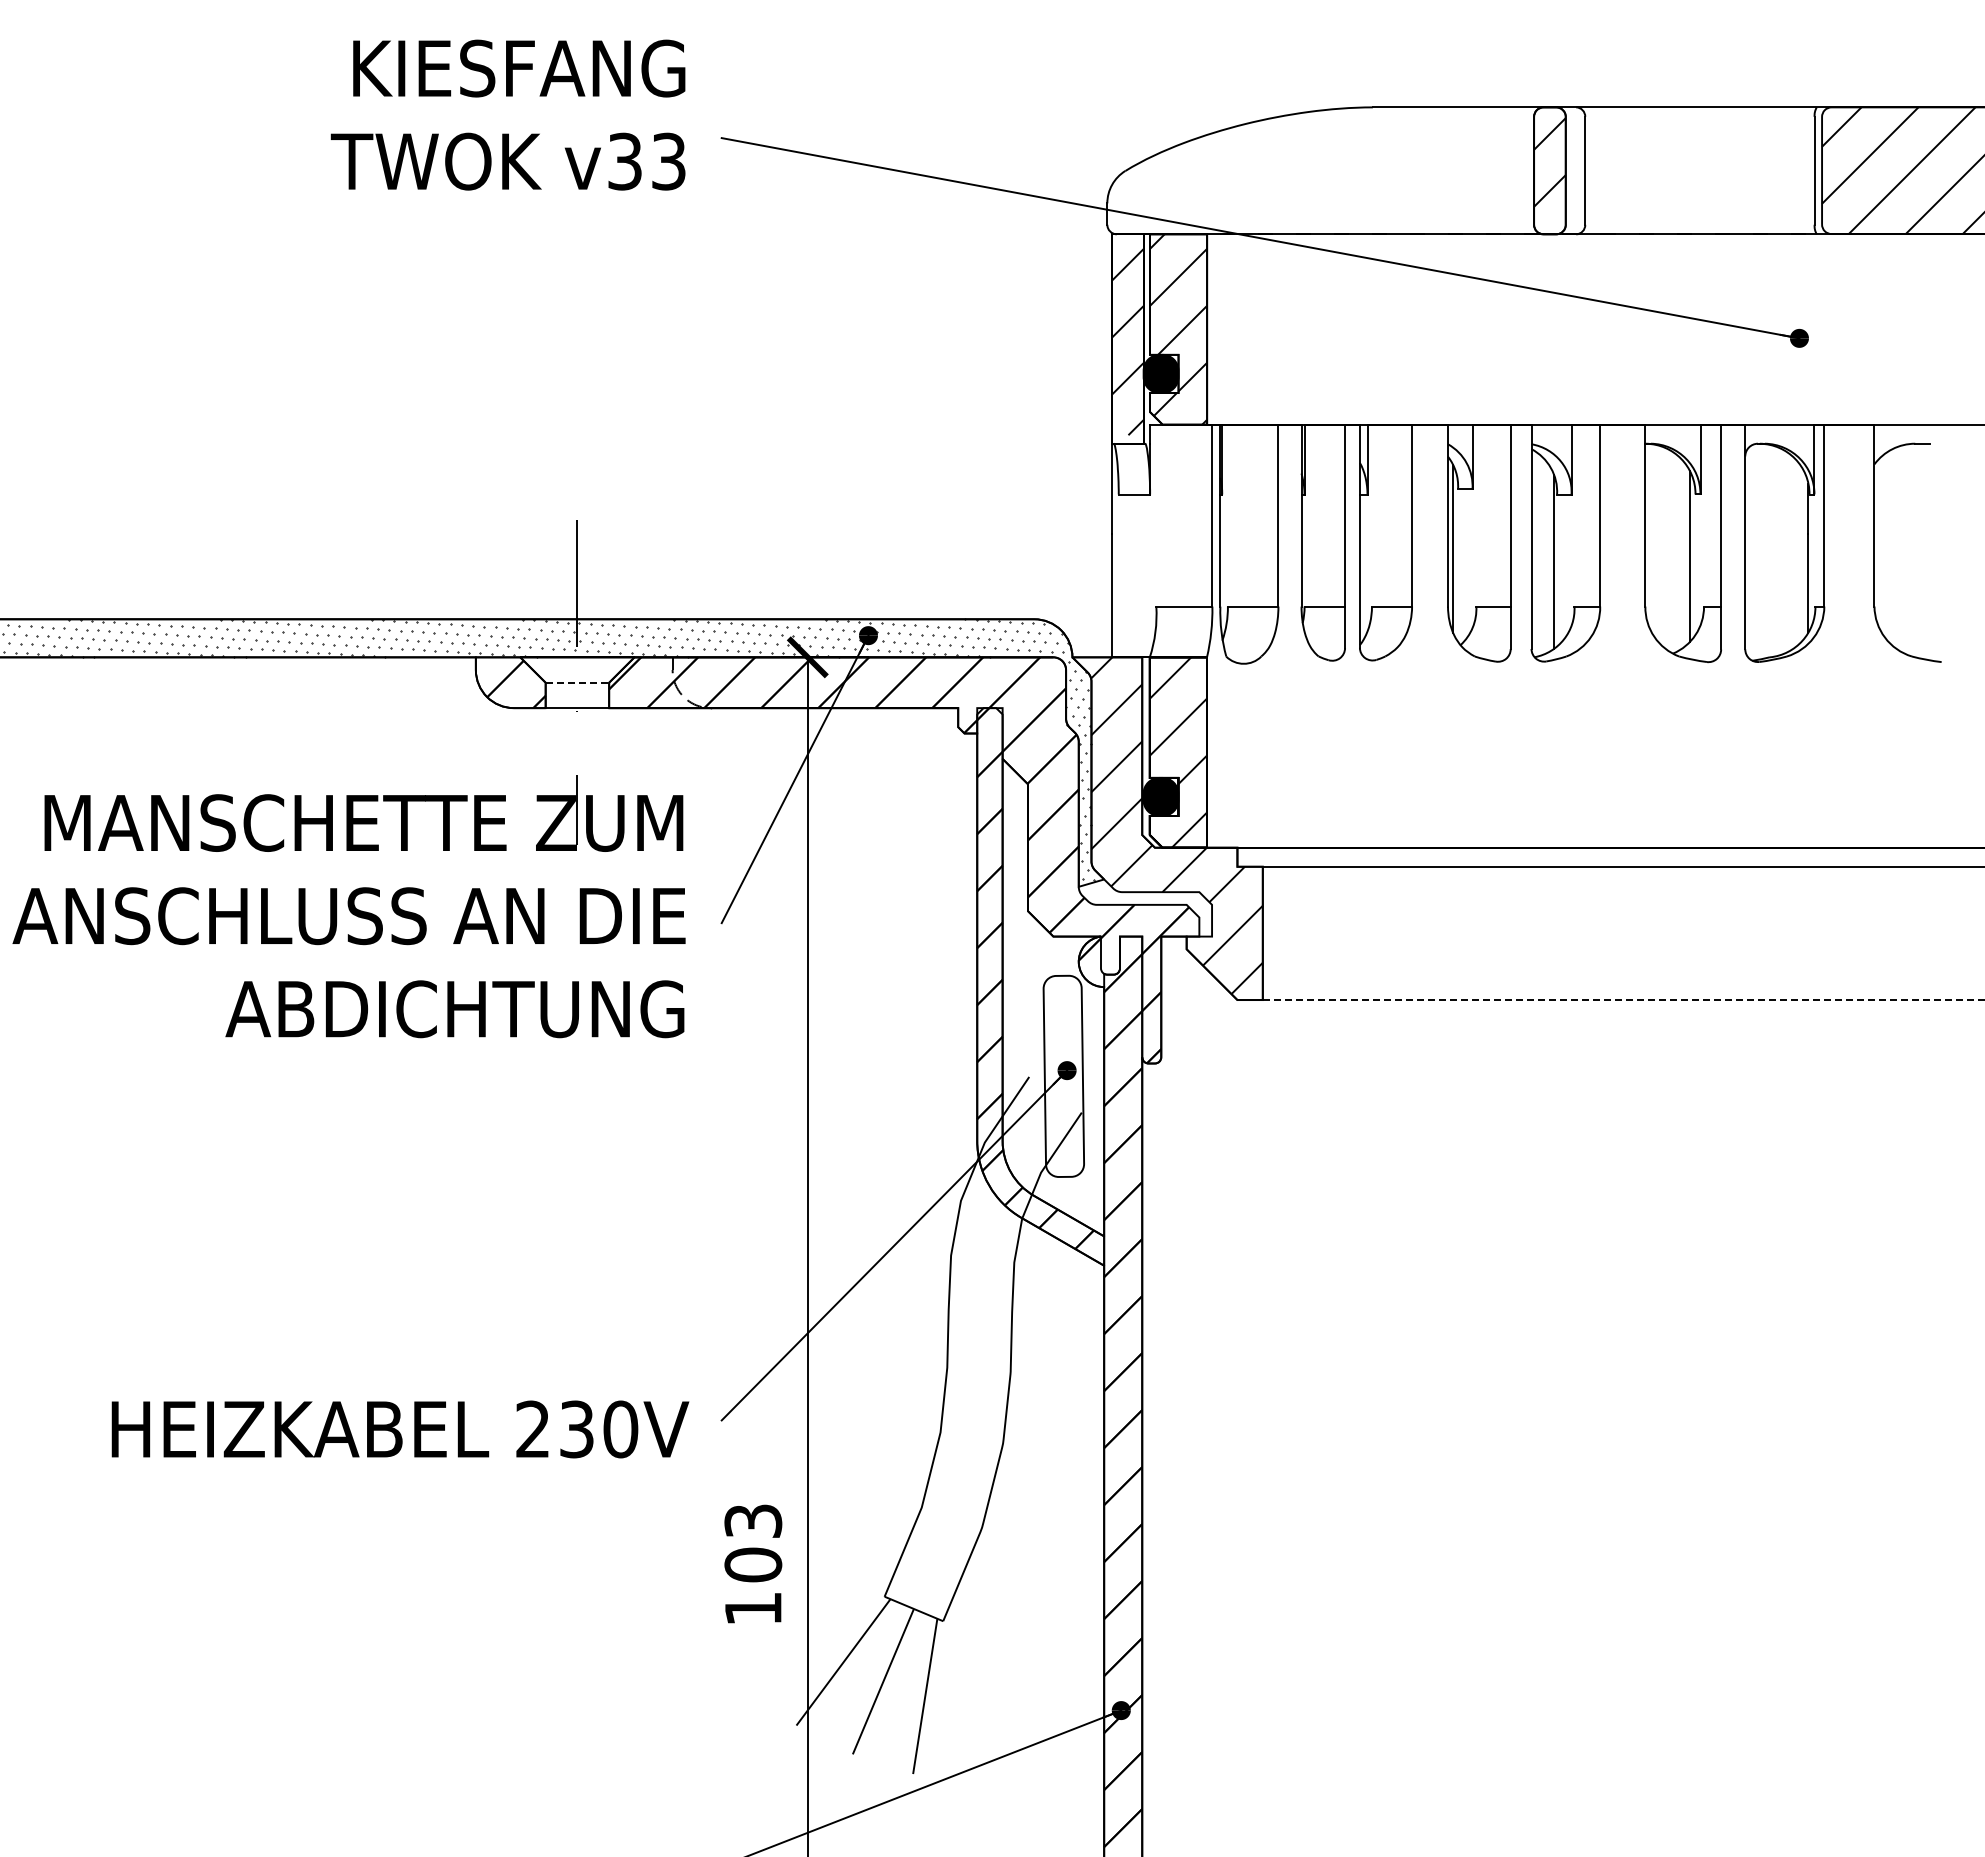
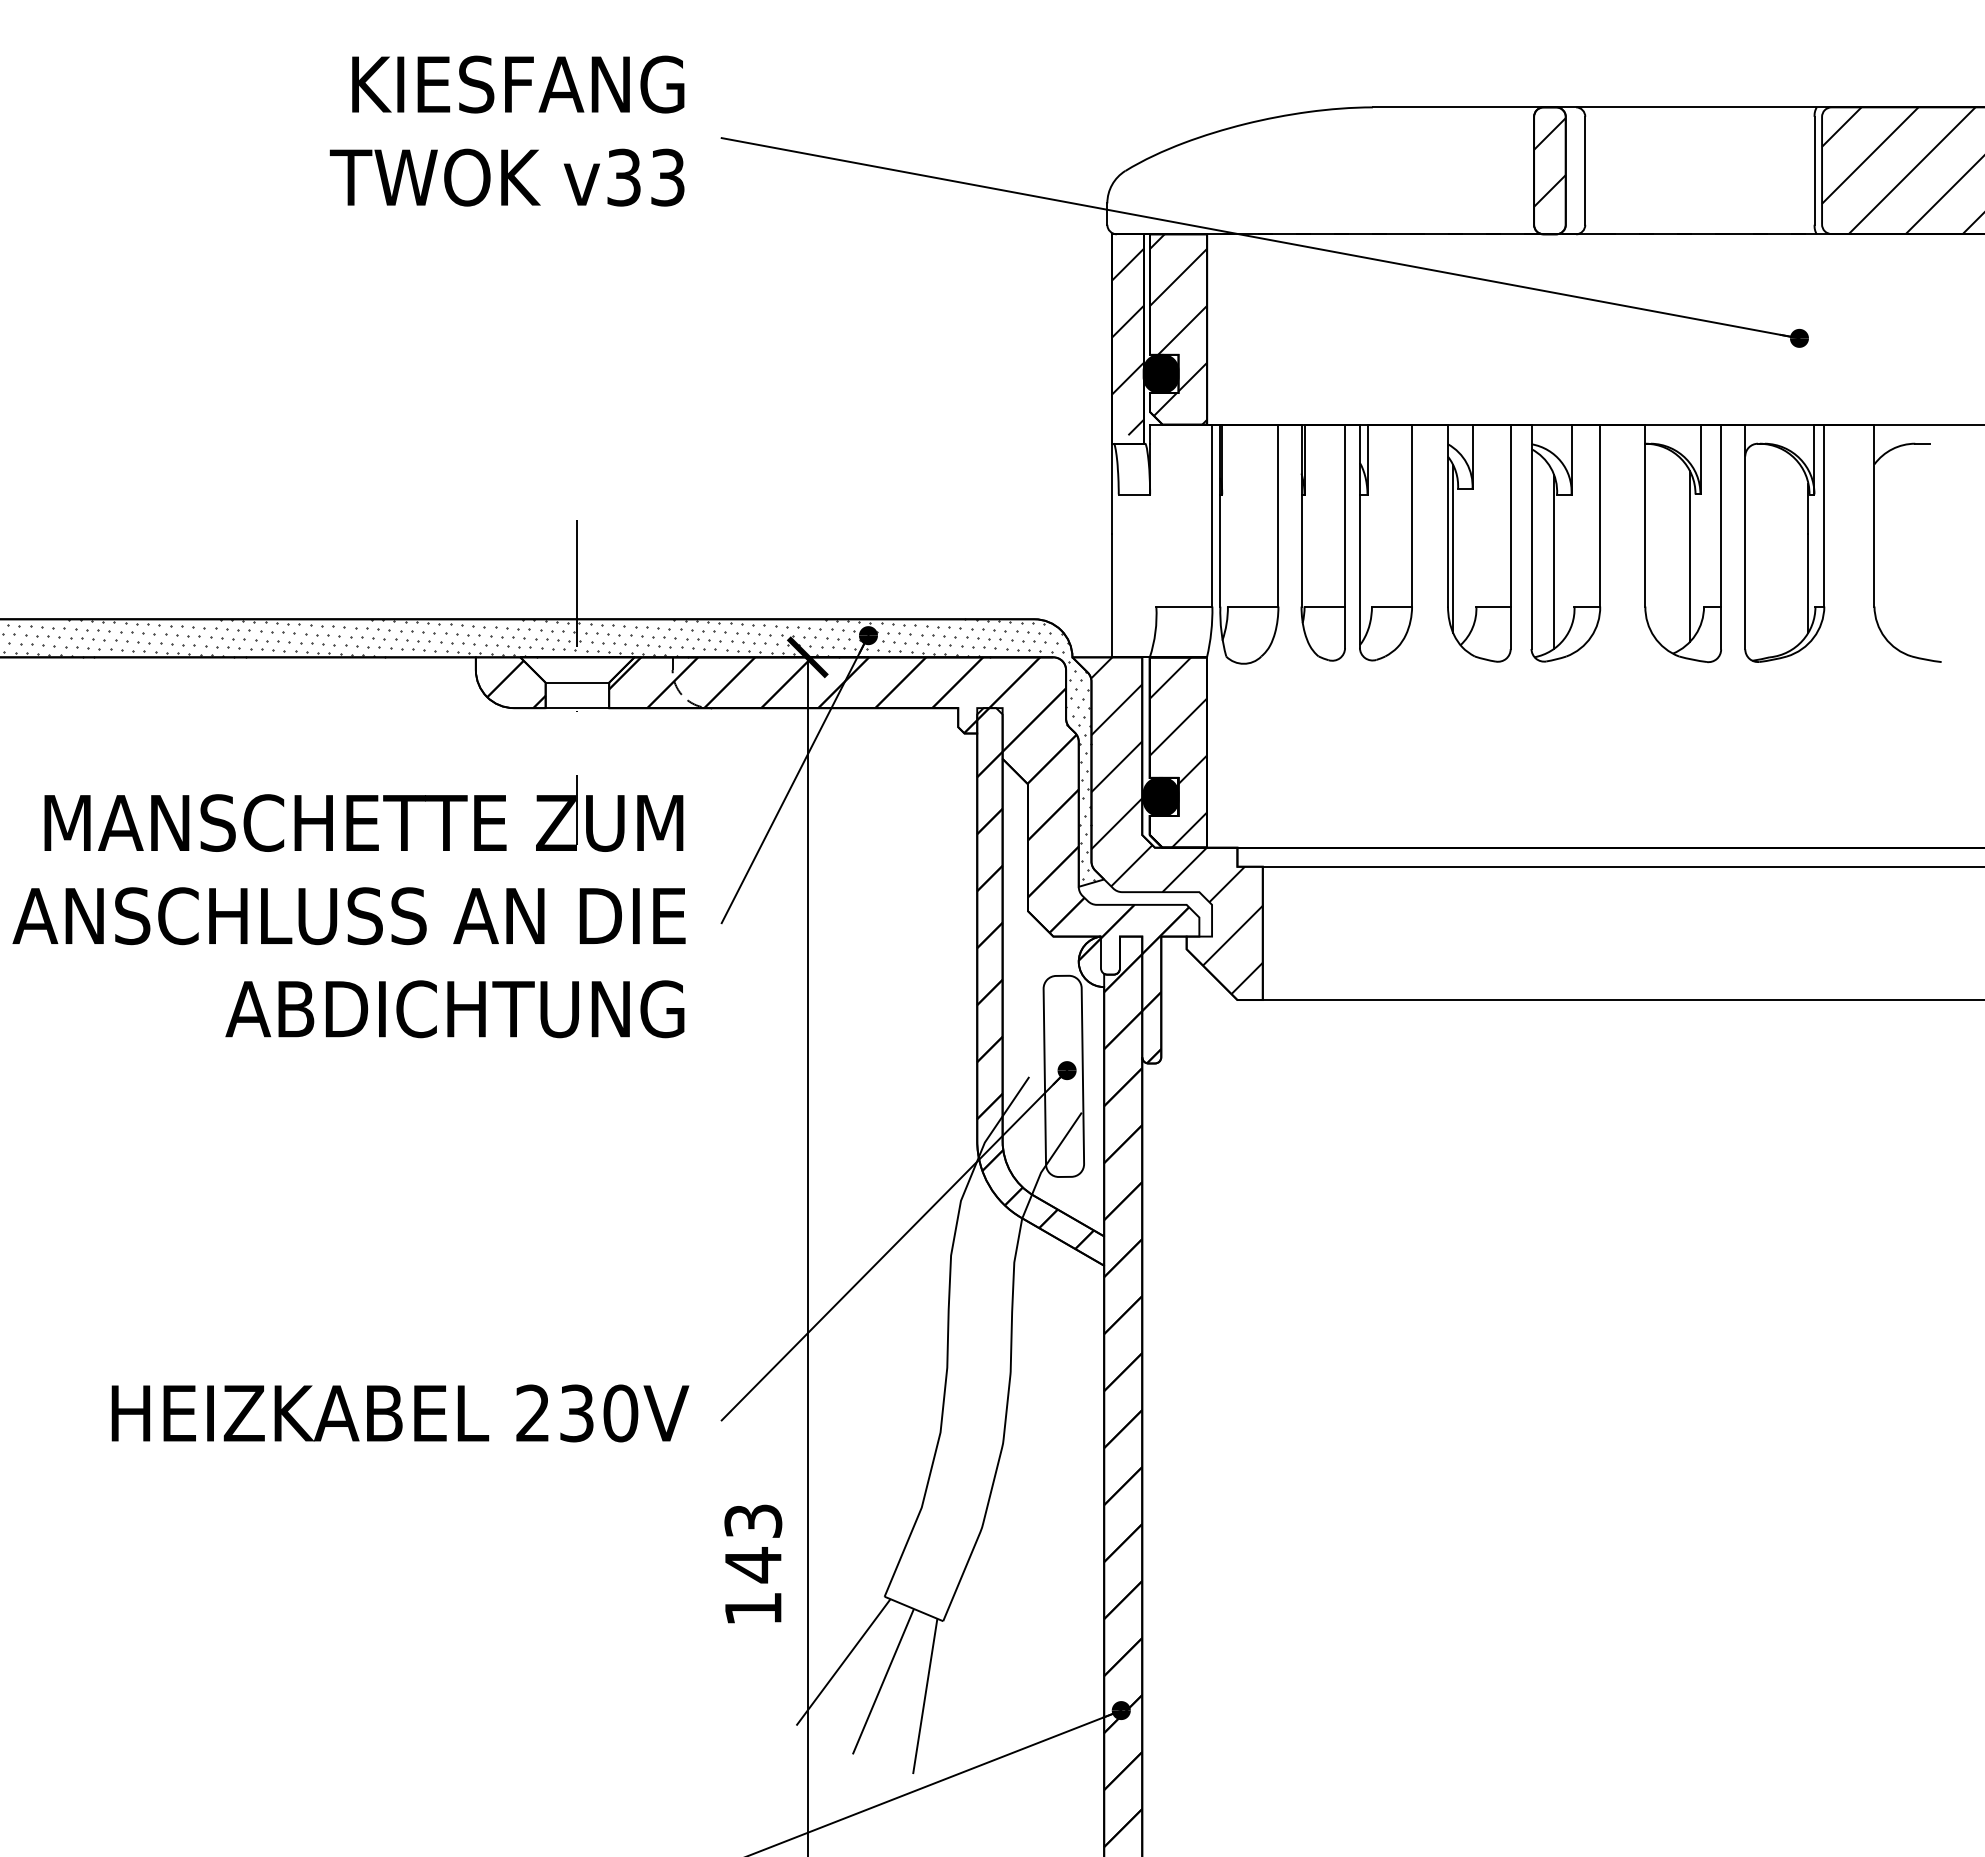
text at (507, 114) position: (507, 114) -> (506, 130)
line at (577, 682): dashed -> solid
line at (1623, 1000): dashed -> solid
text at (400, 1429) position: (400, 1429) -> (400, 1413)
text at (753, 1565): 103 -> 143
